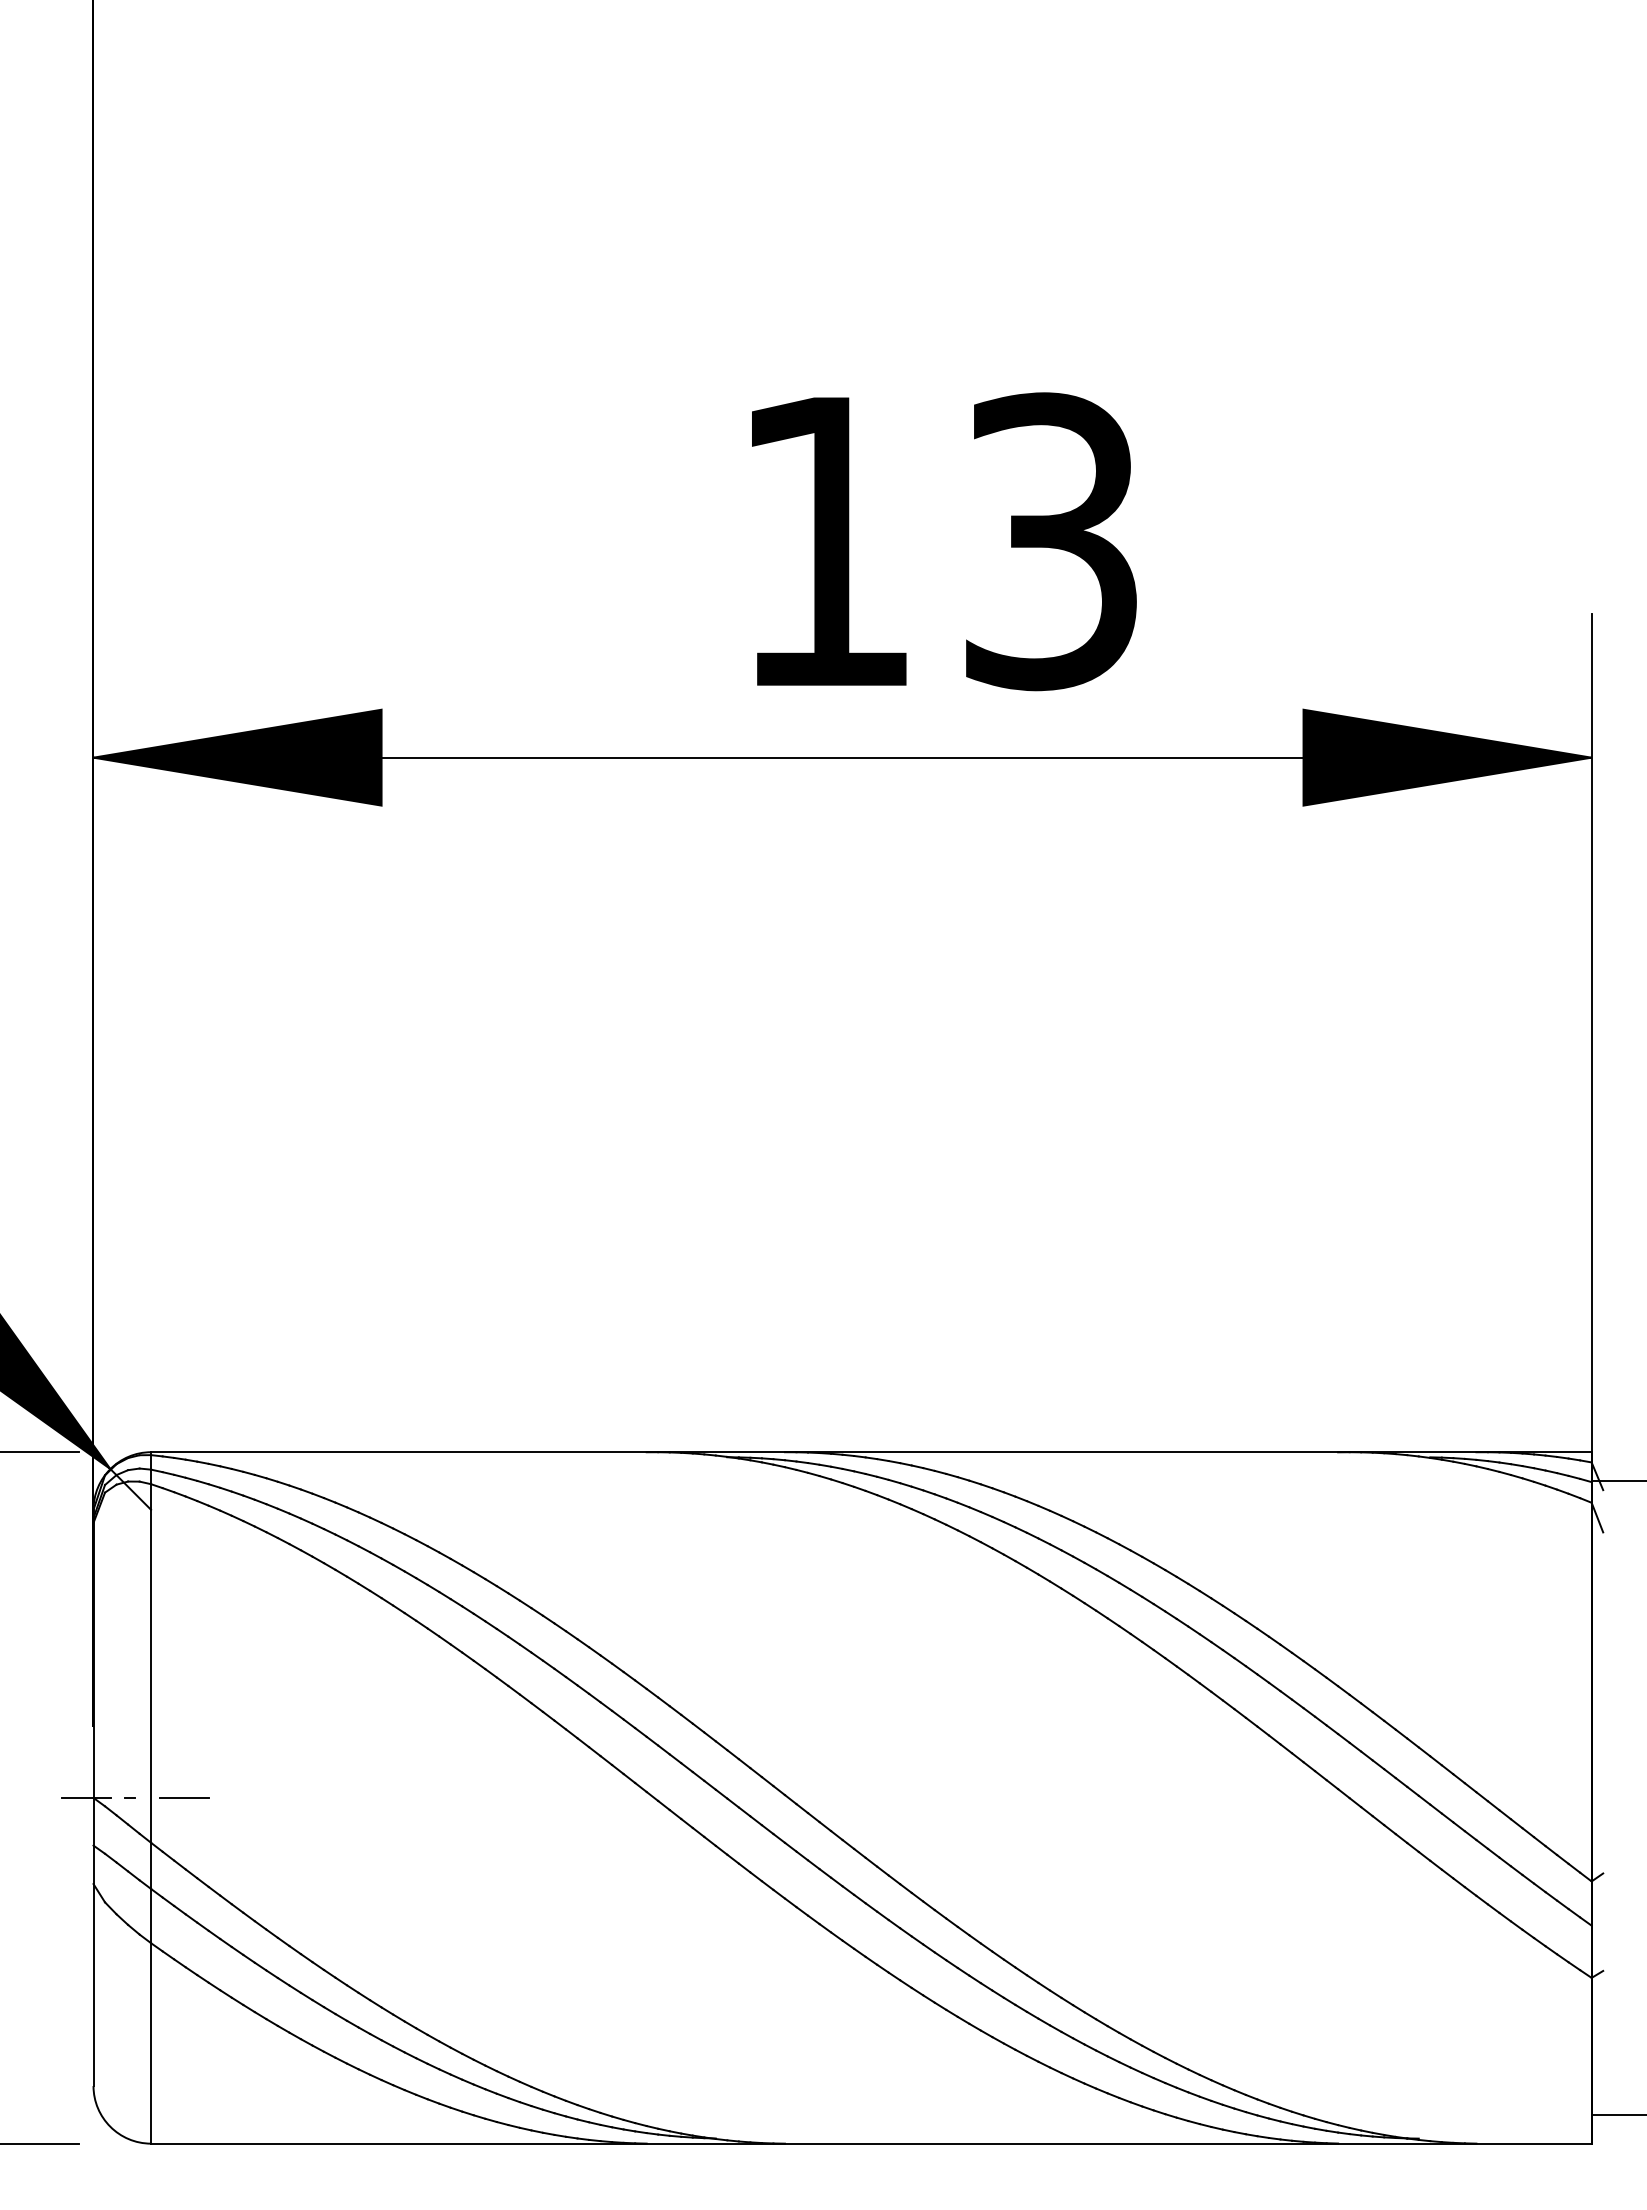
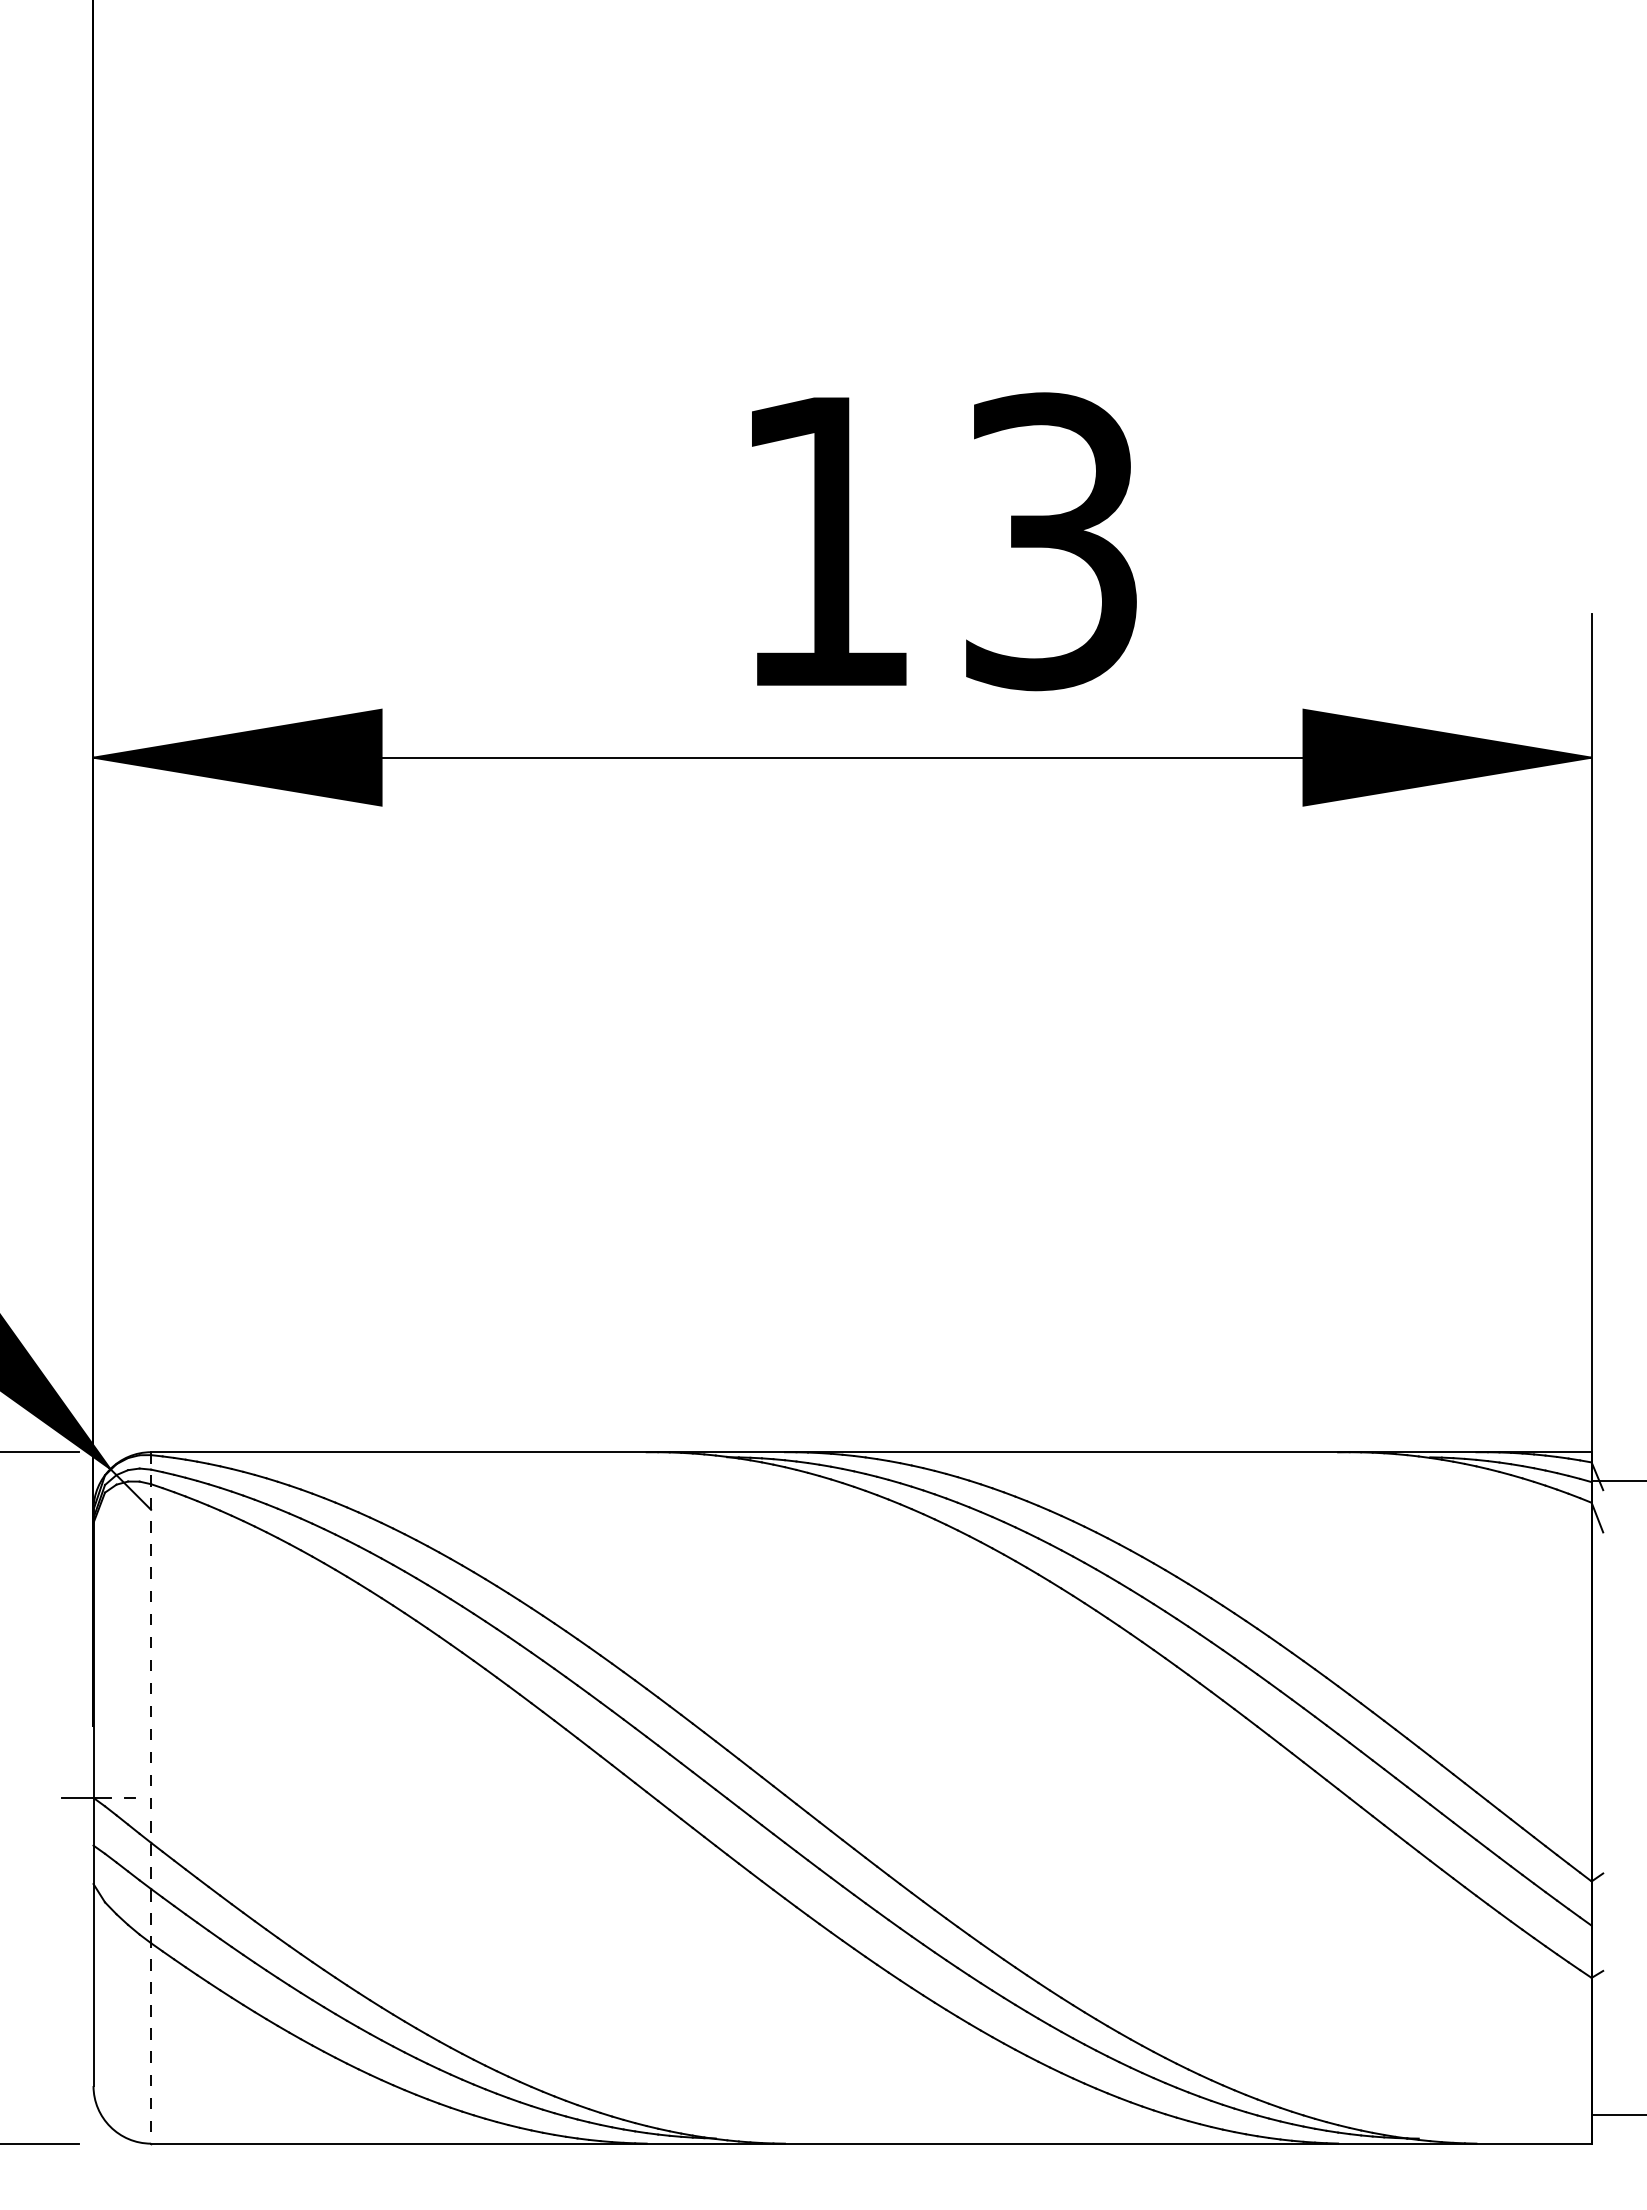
line at (151, 1797): solid -> dashed
line at (184, 1797): present -> none
